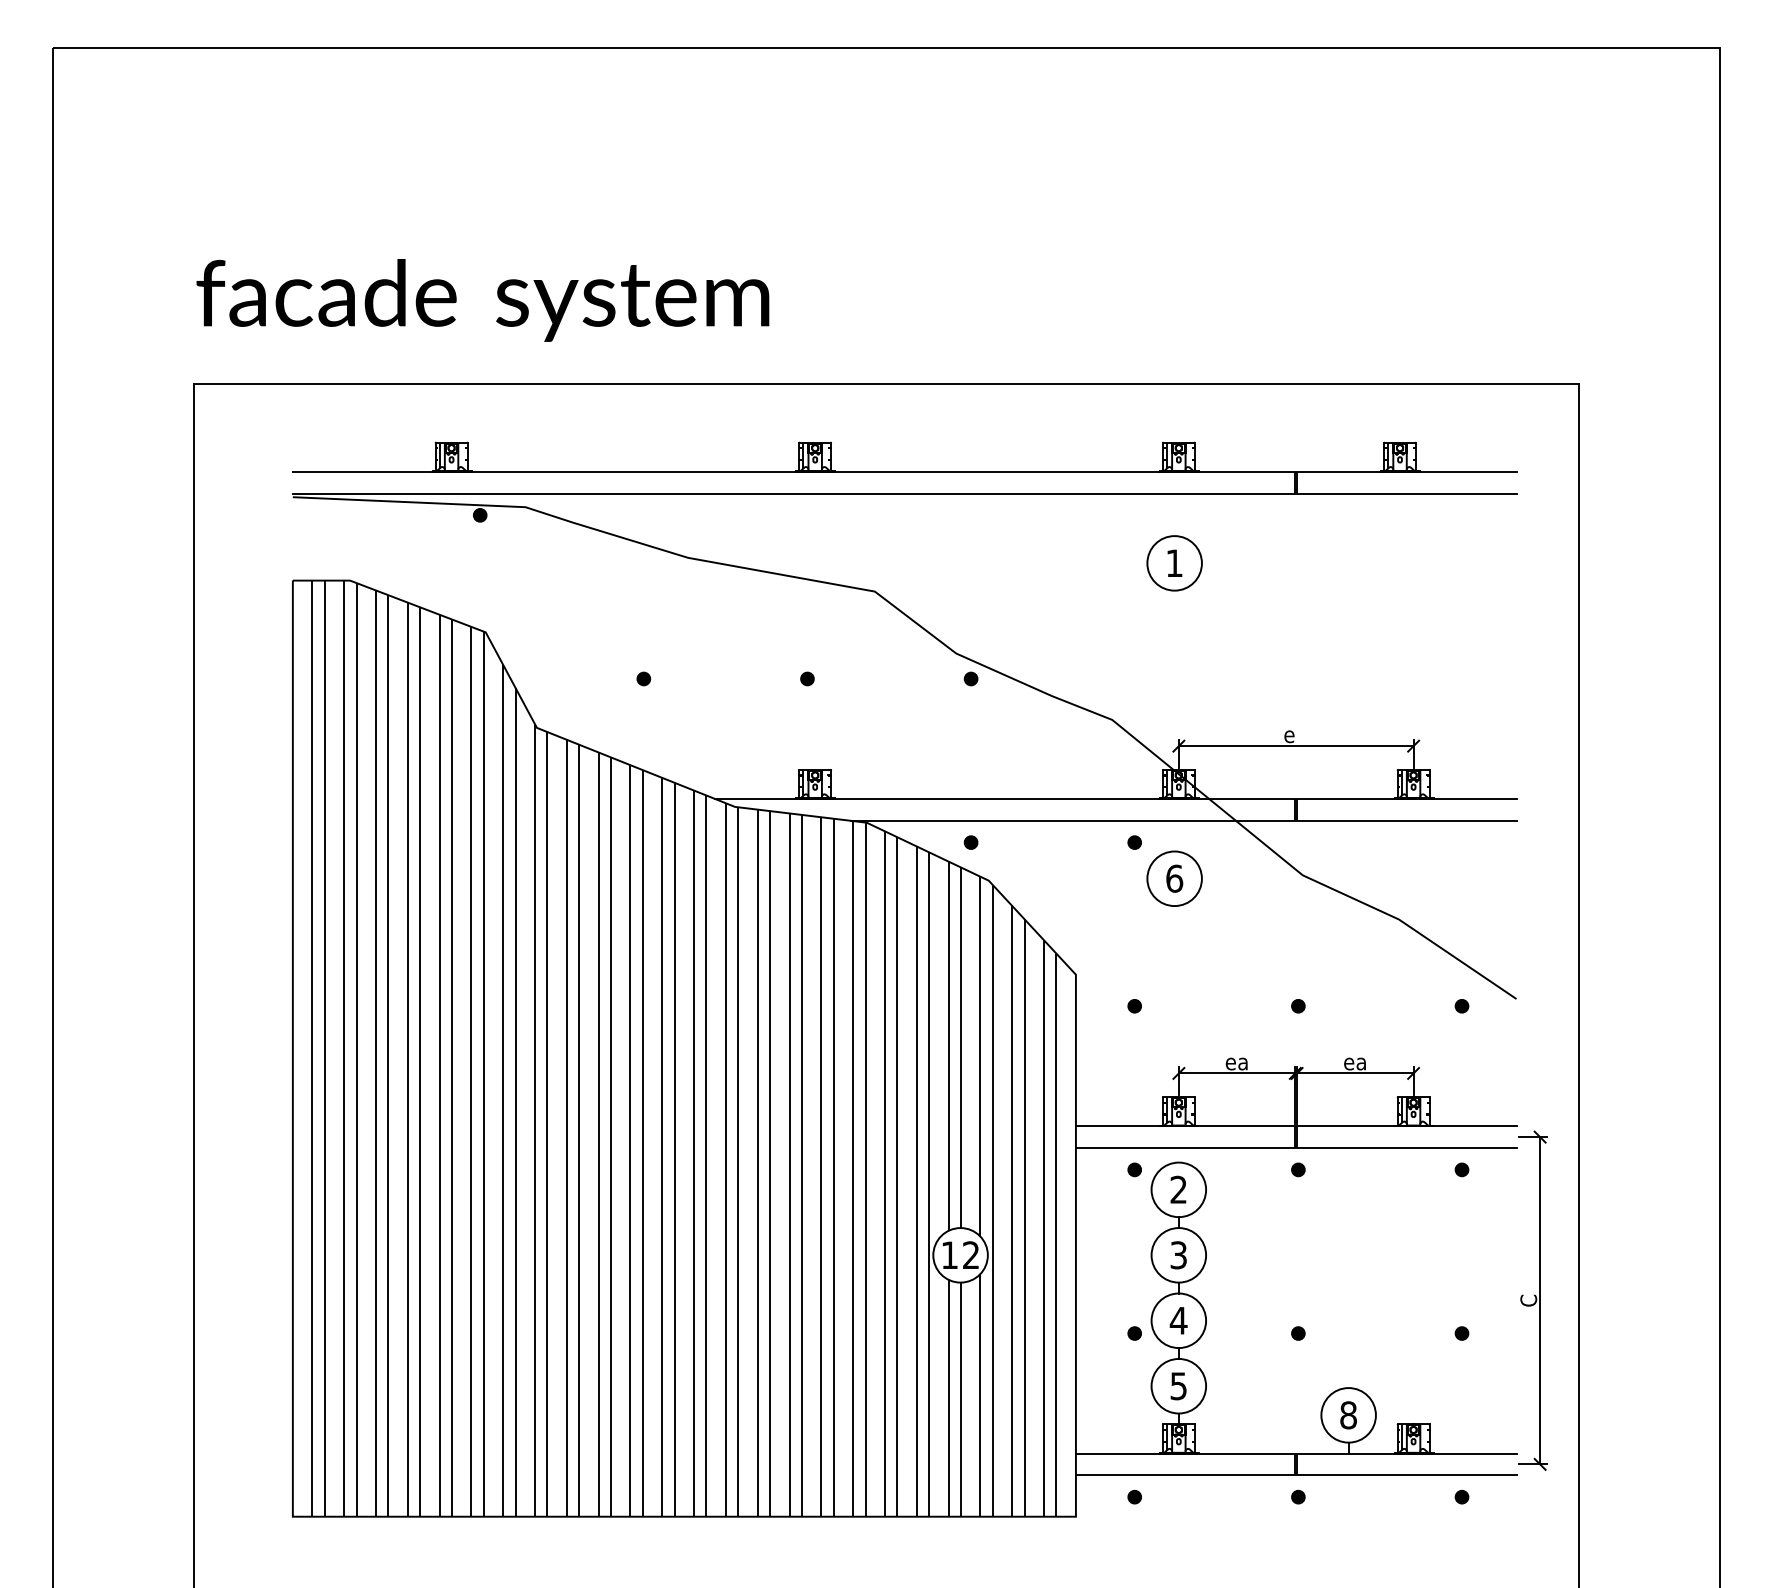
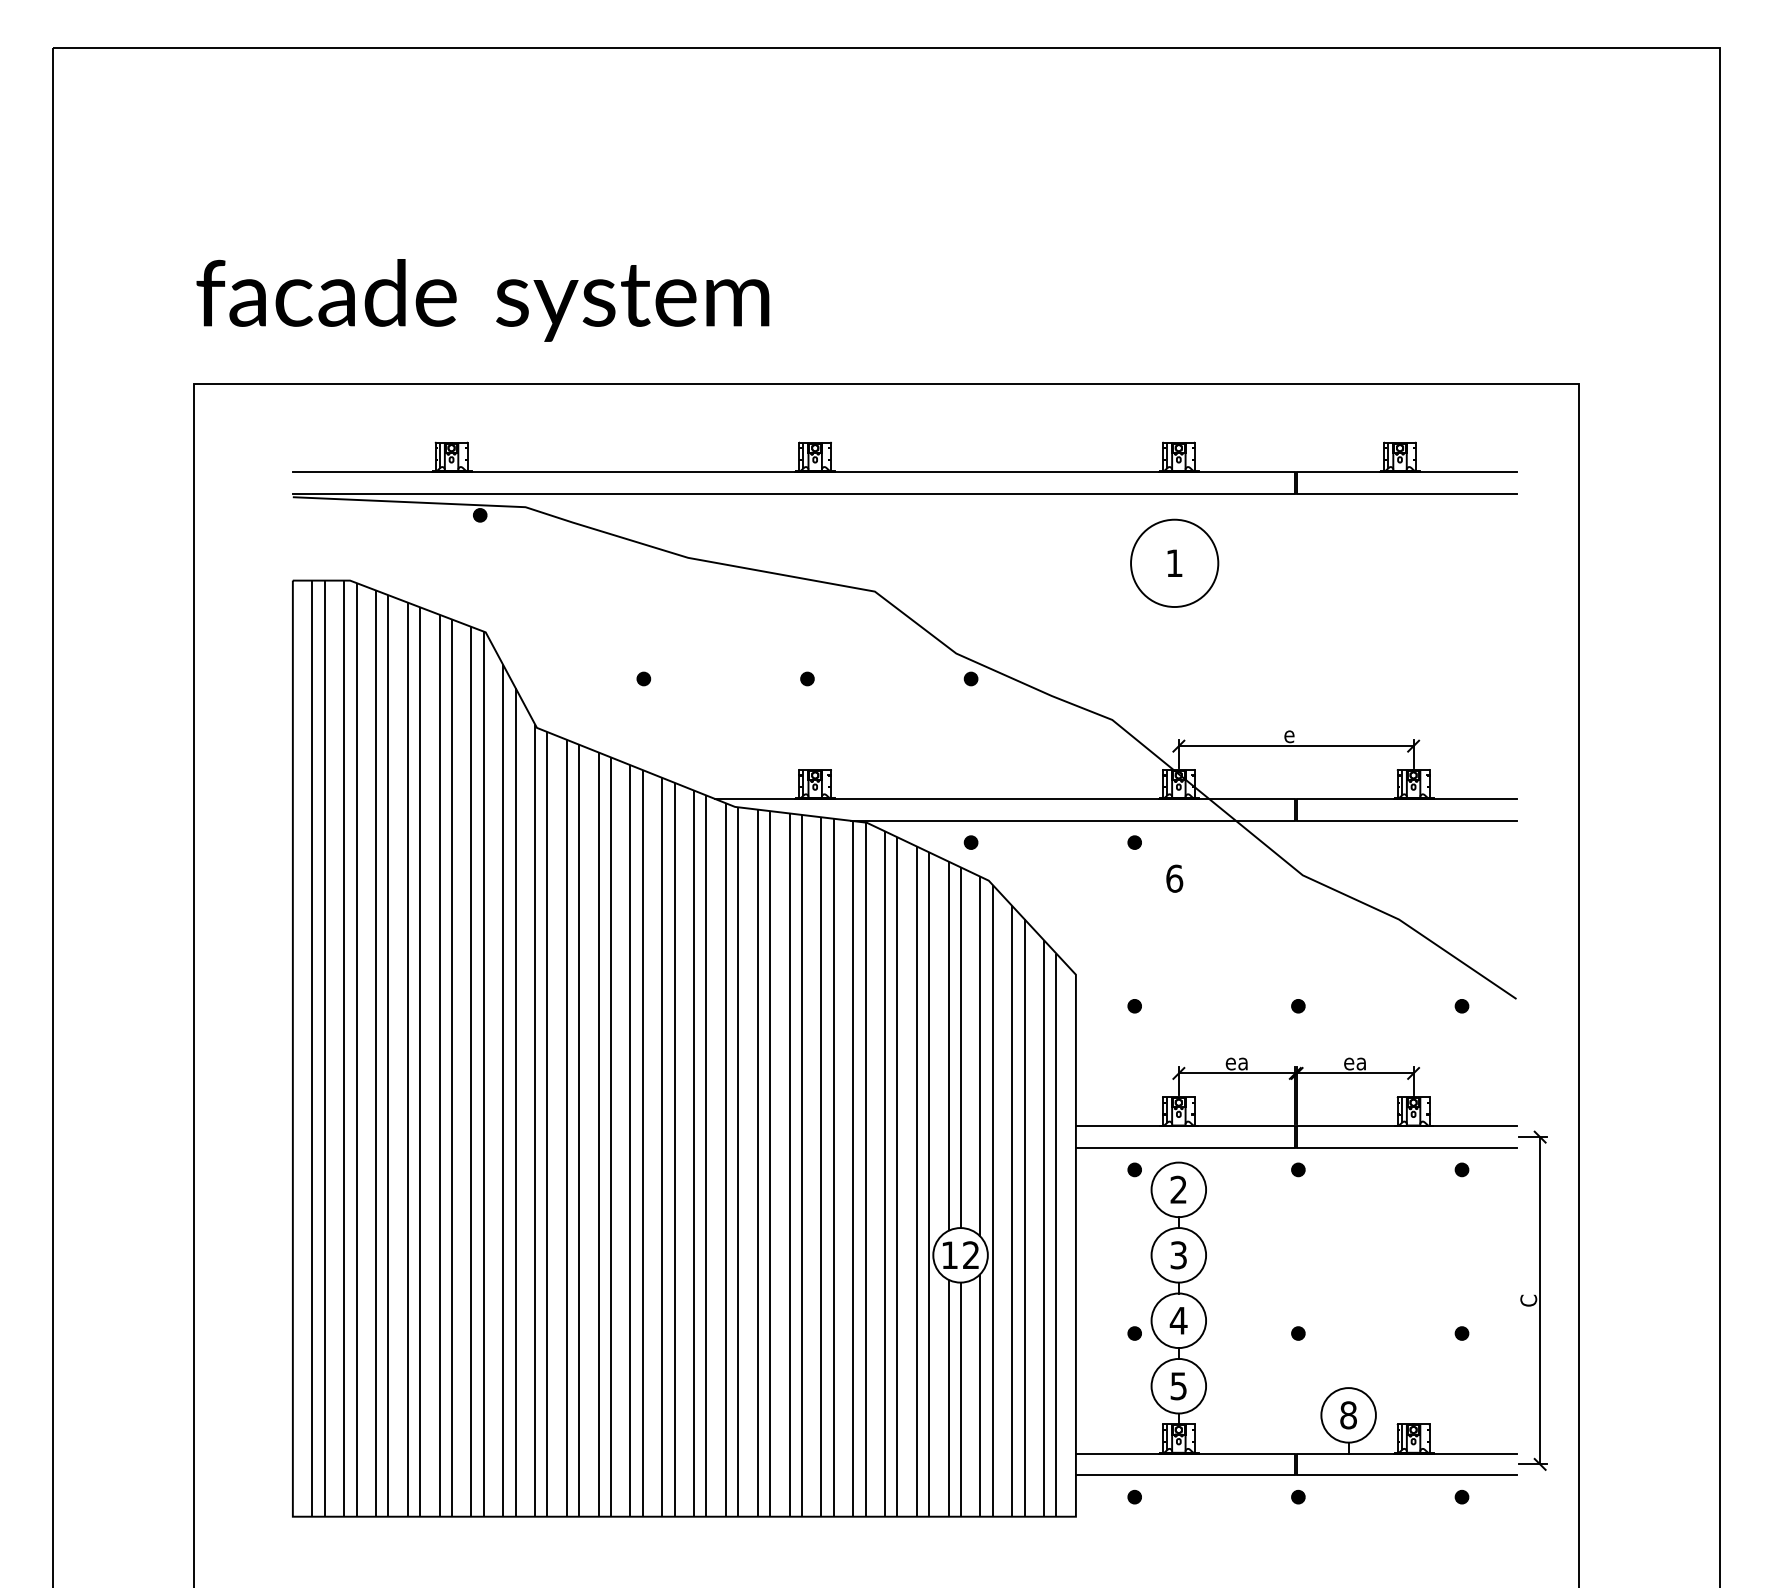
circle at (1174, 563) diameter: 55 px -> 87 px
circle at (1174, 878): present -> none
